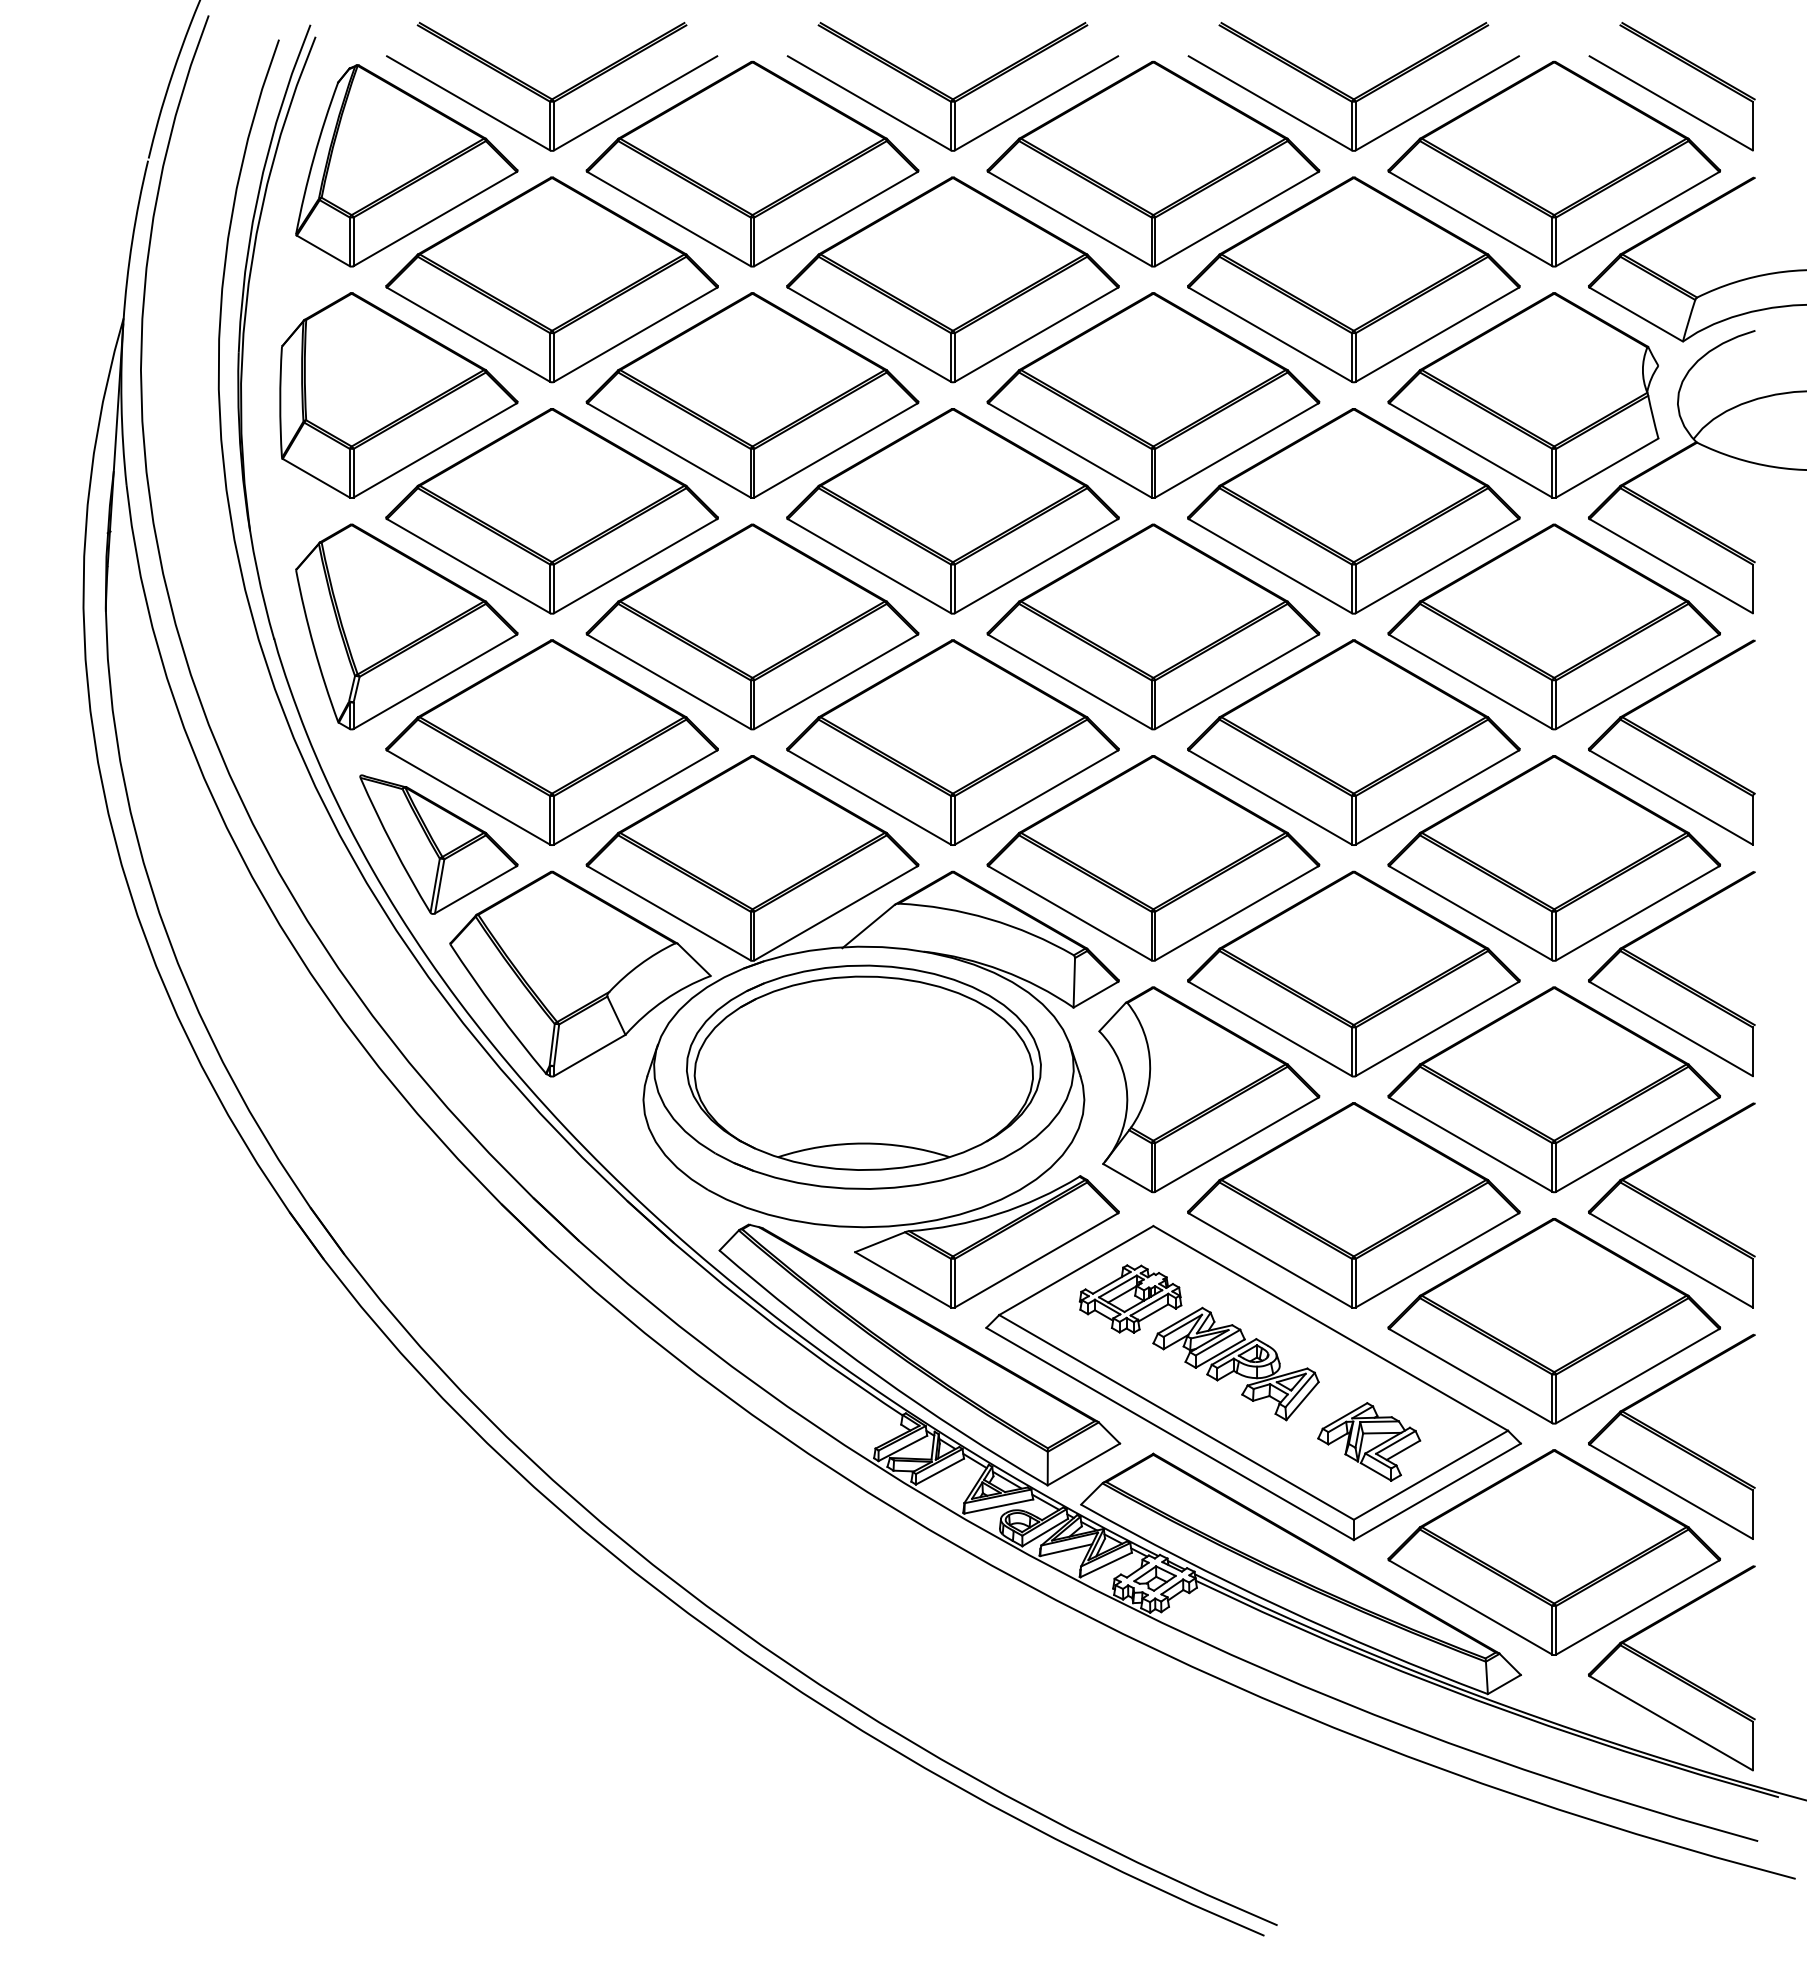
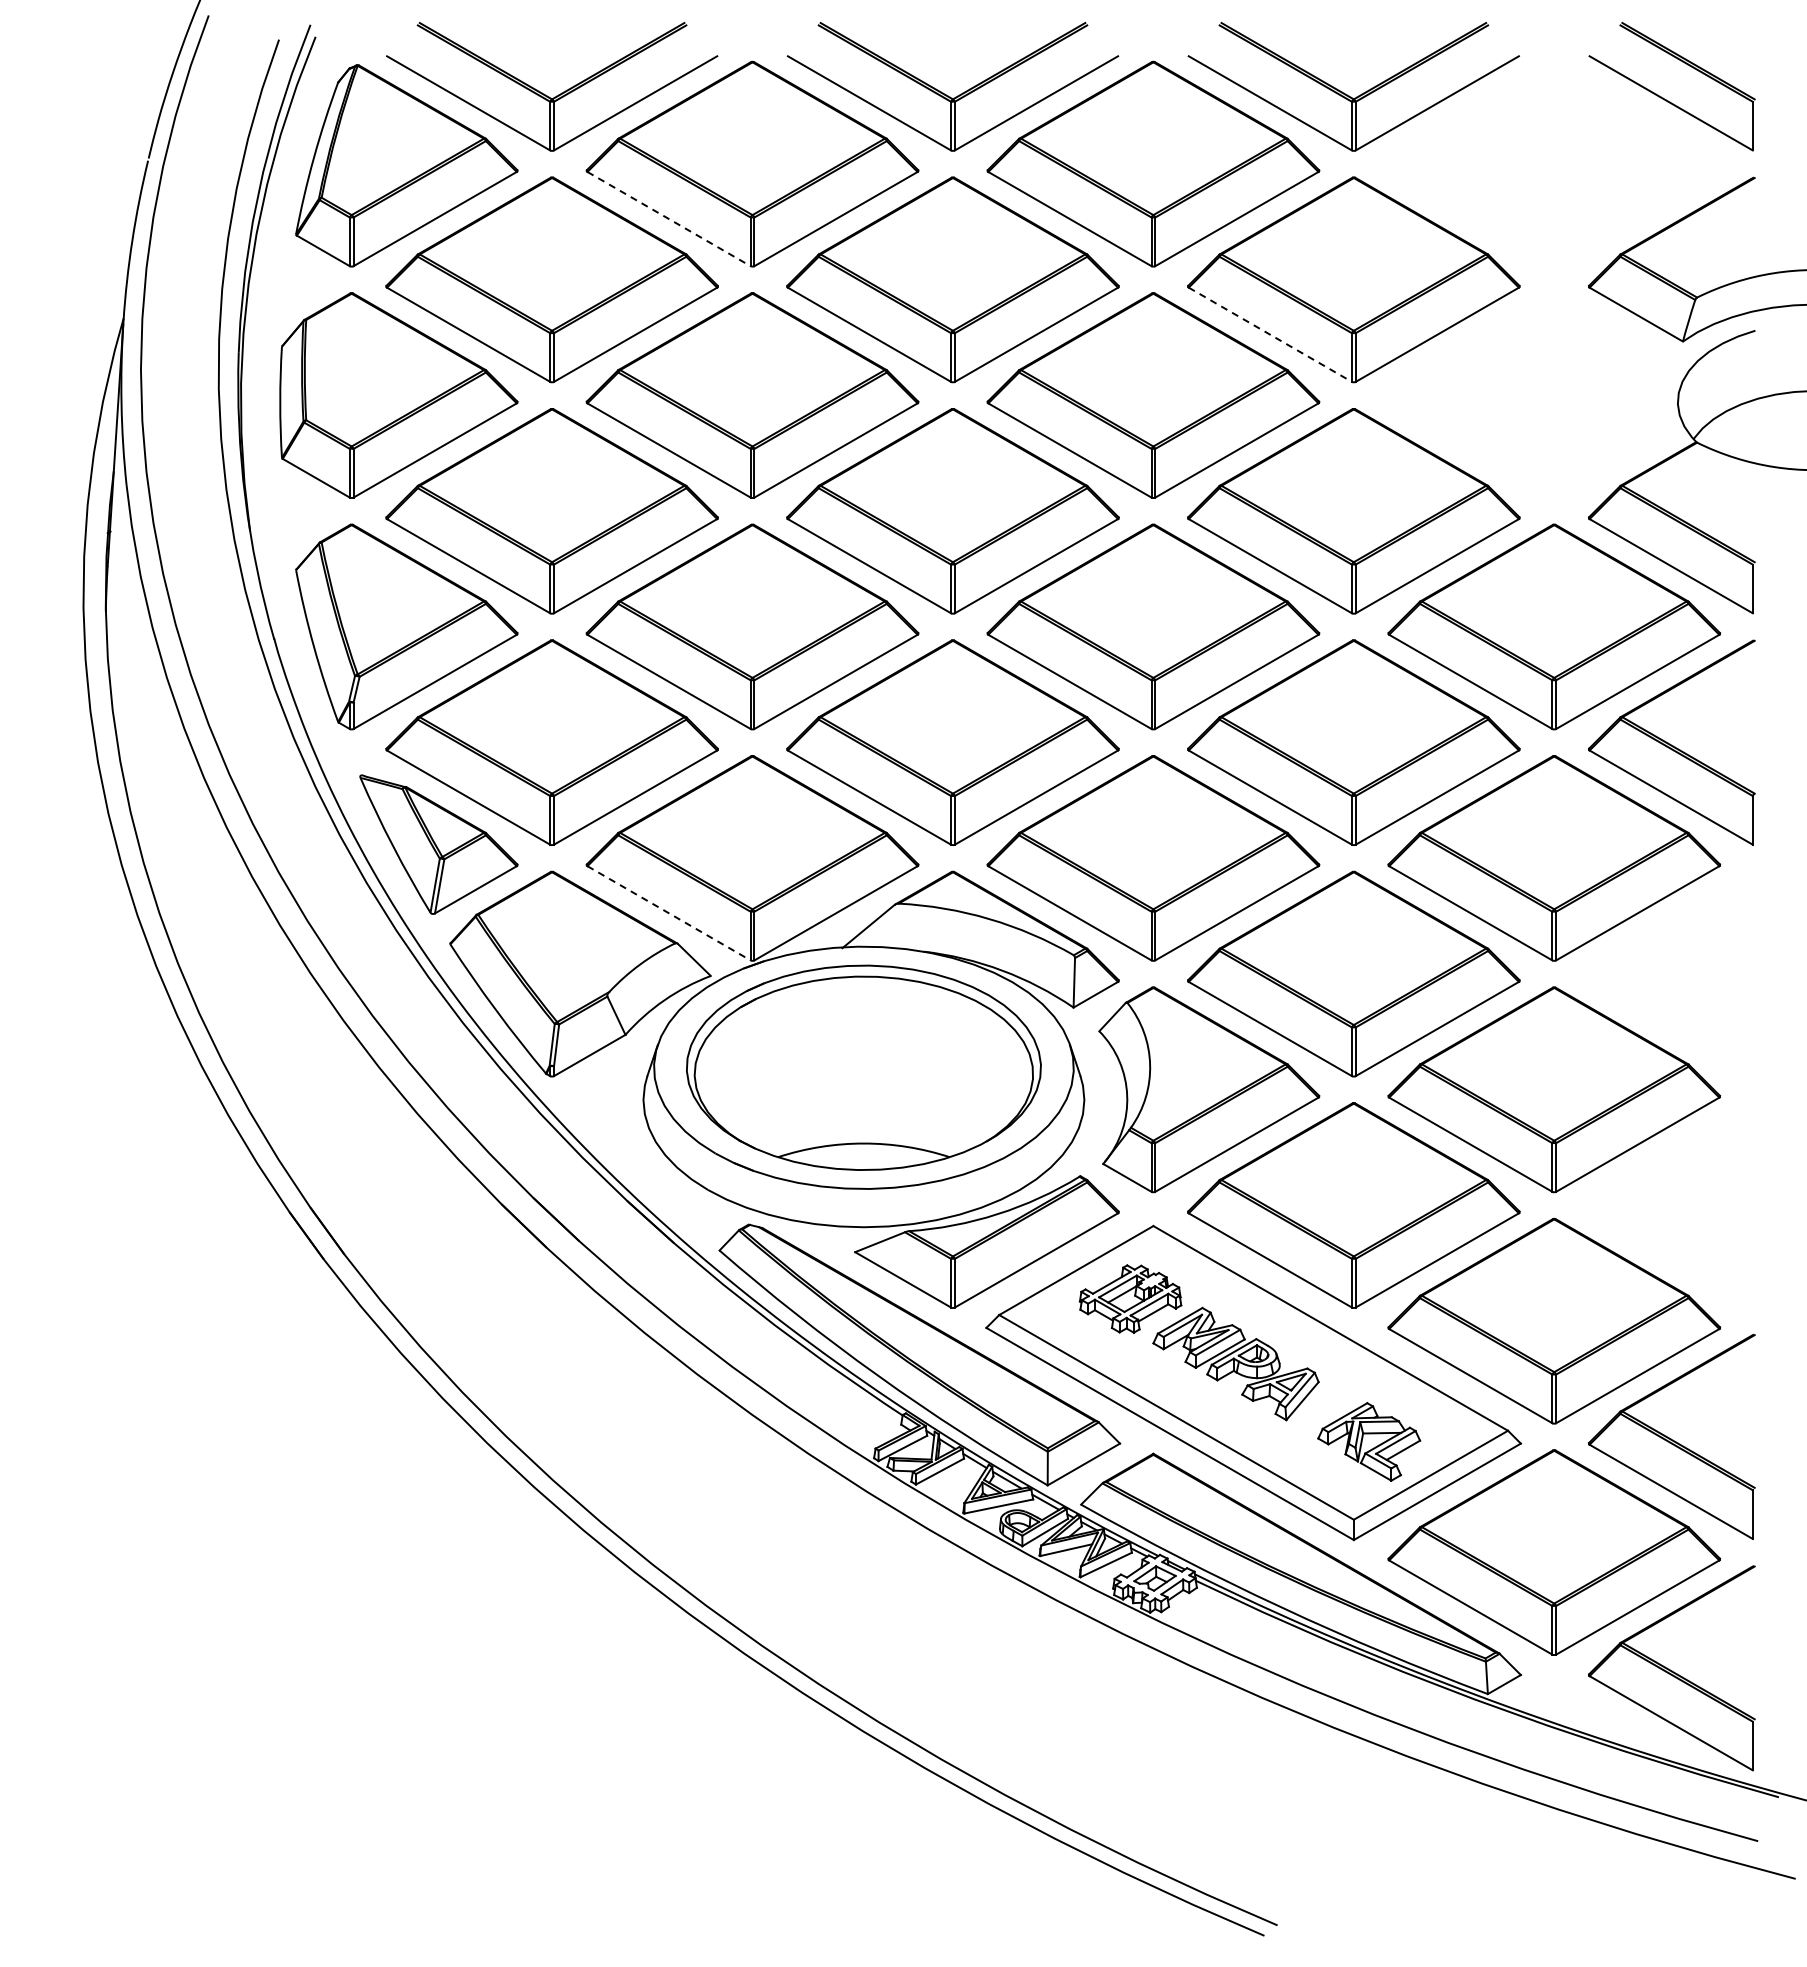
part at (1553, 163): present -> none
line at (669, 219): solid -> dashed
line at (1270, 335): solid -> dashed
part at (1523, 395): present -> none
line at (669, 913): solid -> dashed
part at (1671, 973): present -> none
part at (1671, 1205): present -> none
